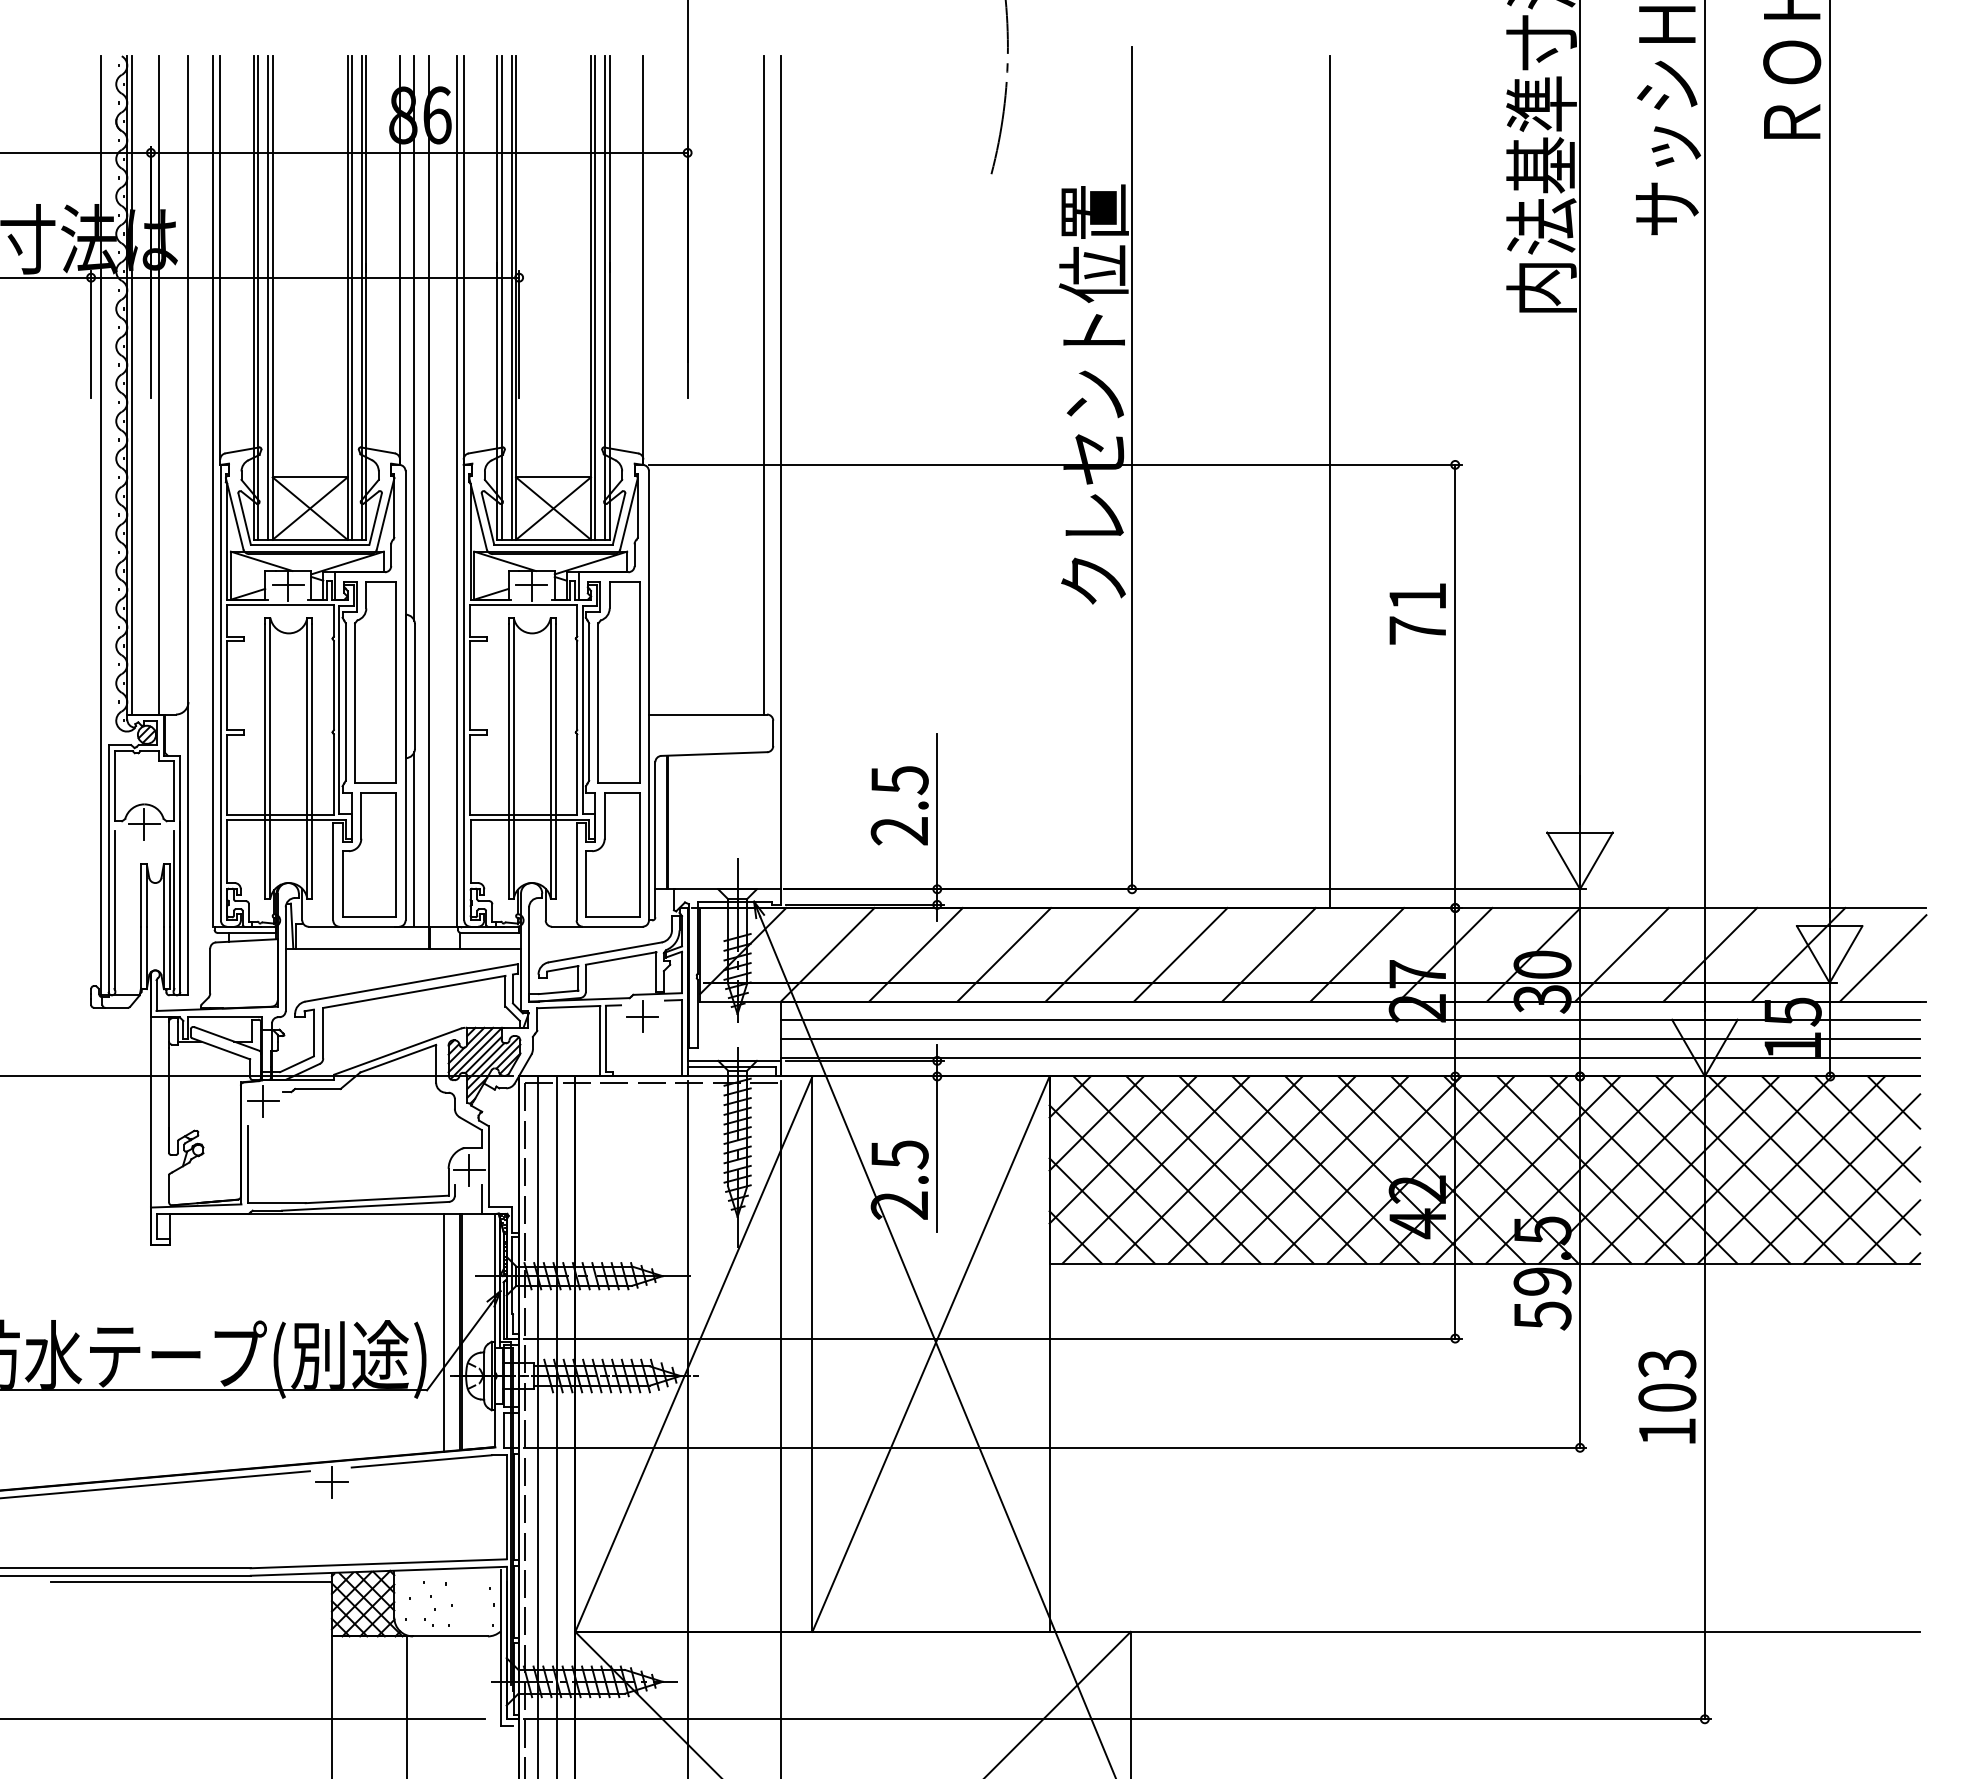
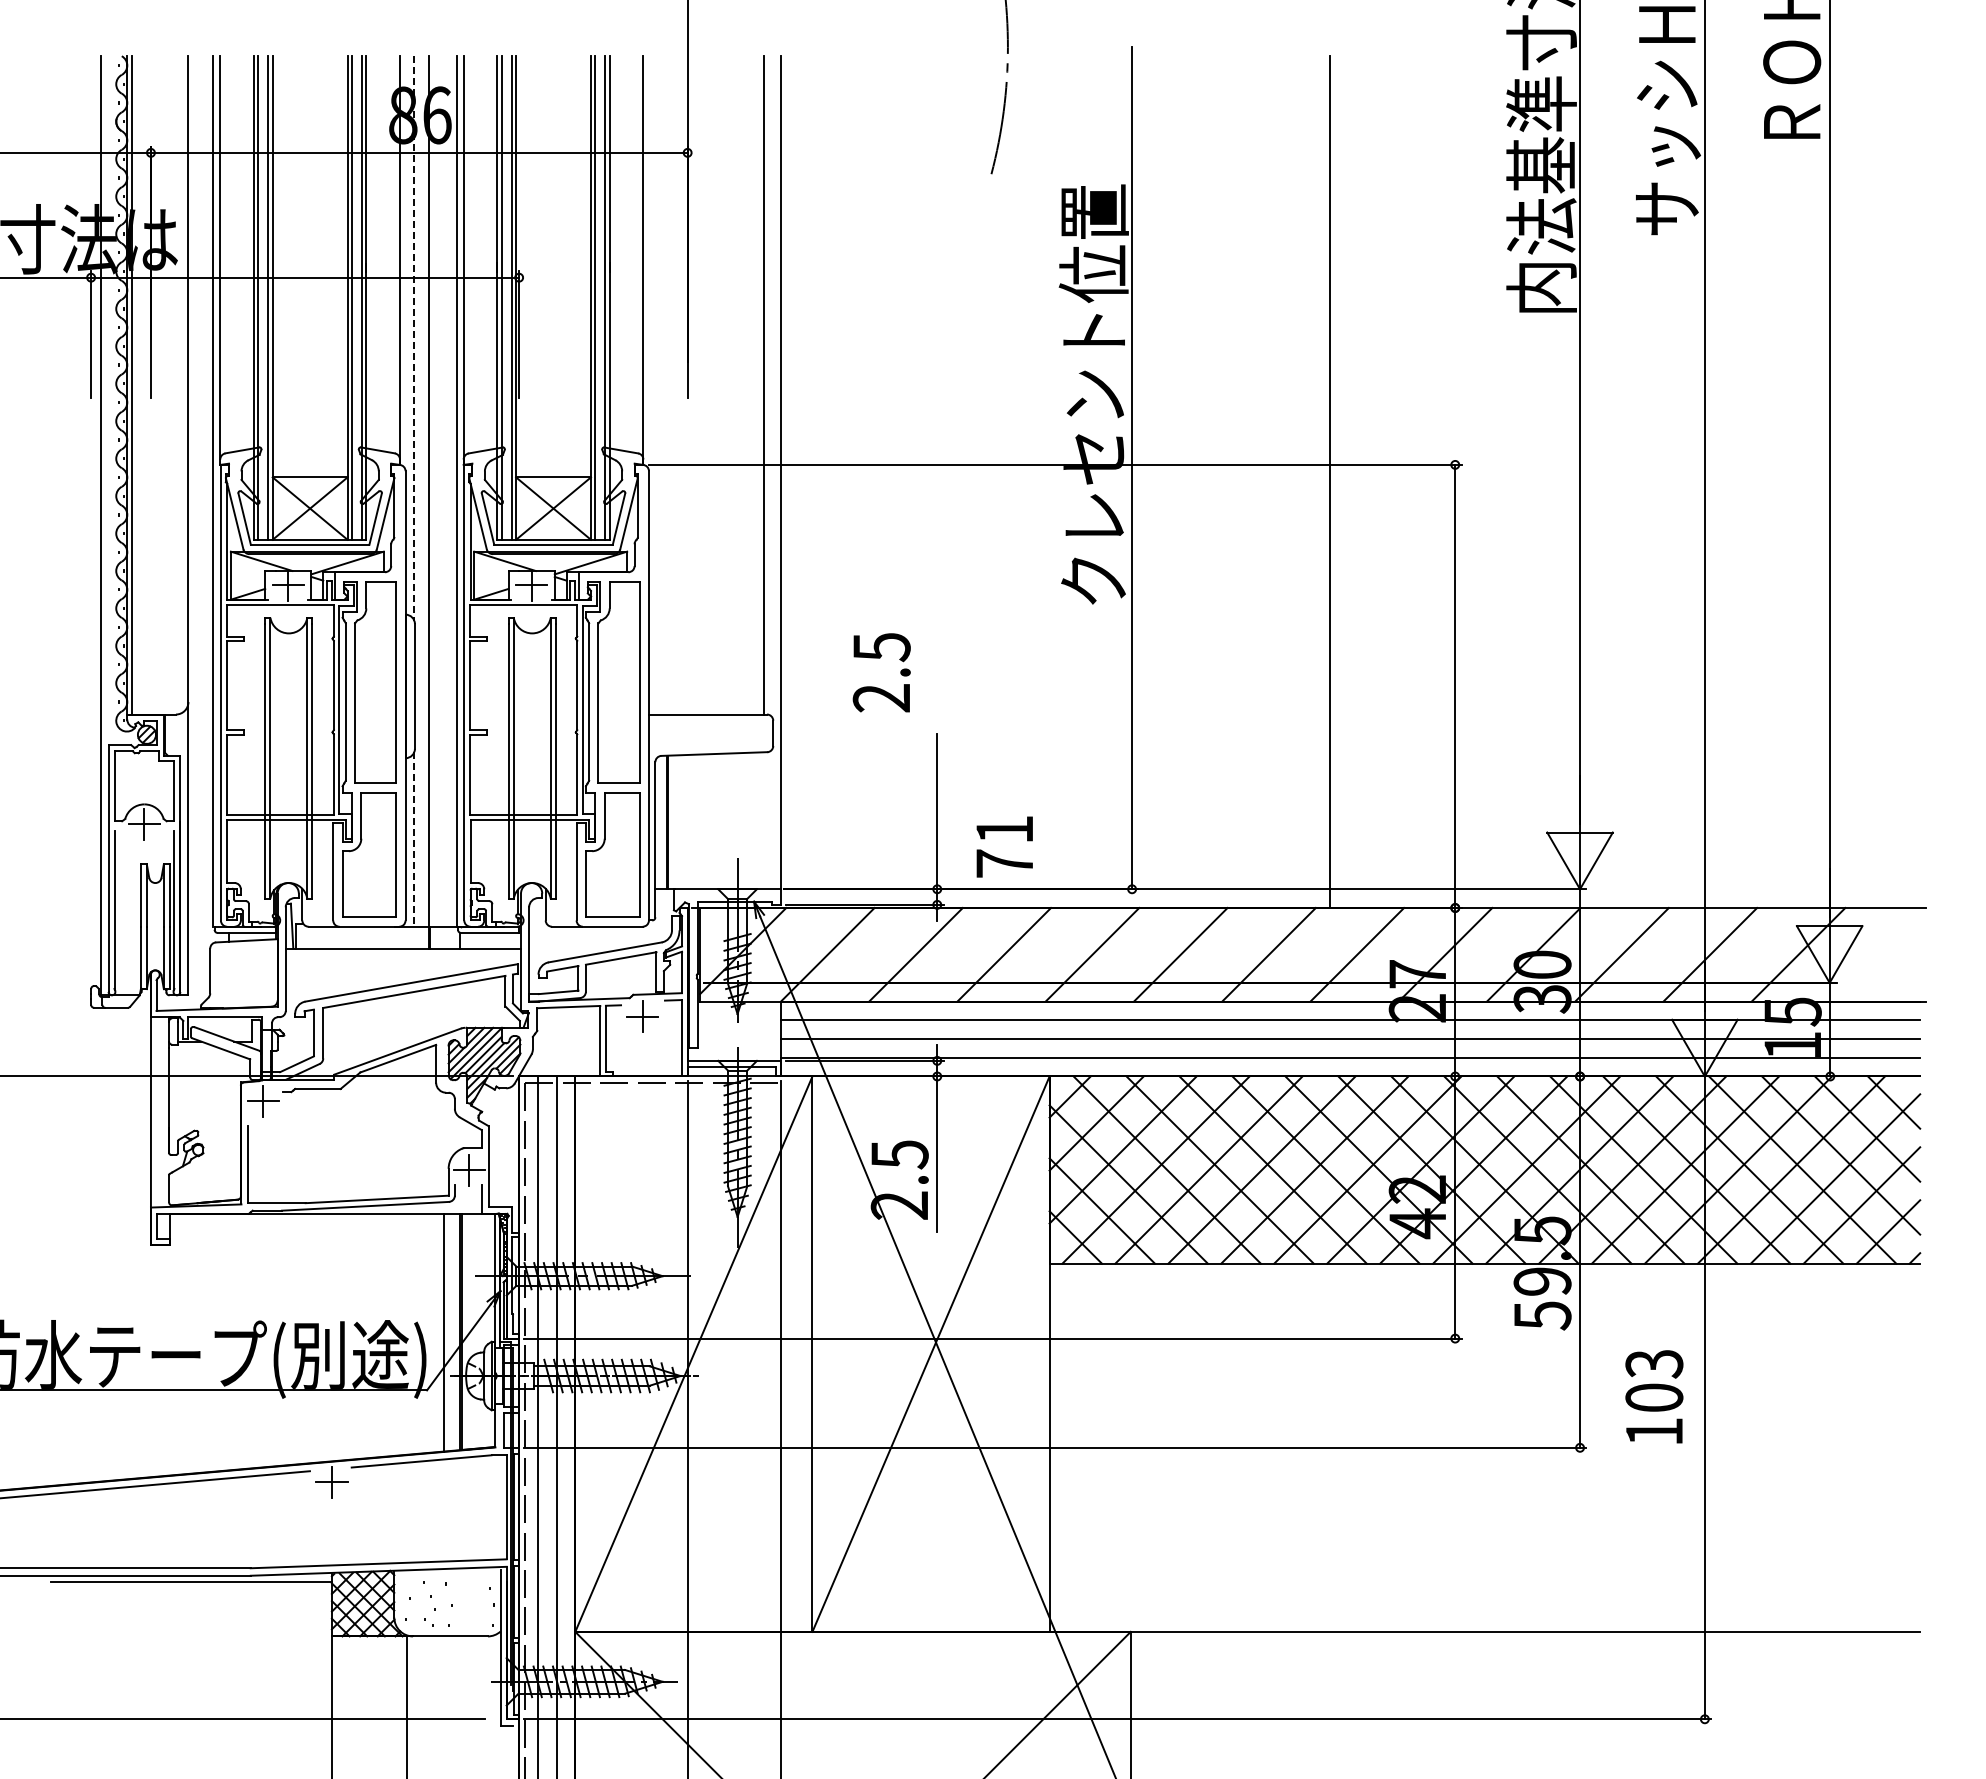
line at (414, 338): solid -> dashed
line at (158, 385): present -> none
text at (1417, 613) position: (1417, 613) -> (1004, 846)
text at (899, 805) position: (899, 805) -> (881, 672)
line at (414, 839): solid -> dashed
line at (1882, 958): present -> none
text at (1667, 1396) position: (1667, 1396) -> (1654, 1396)
